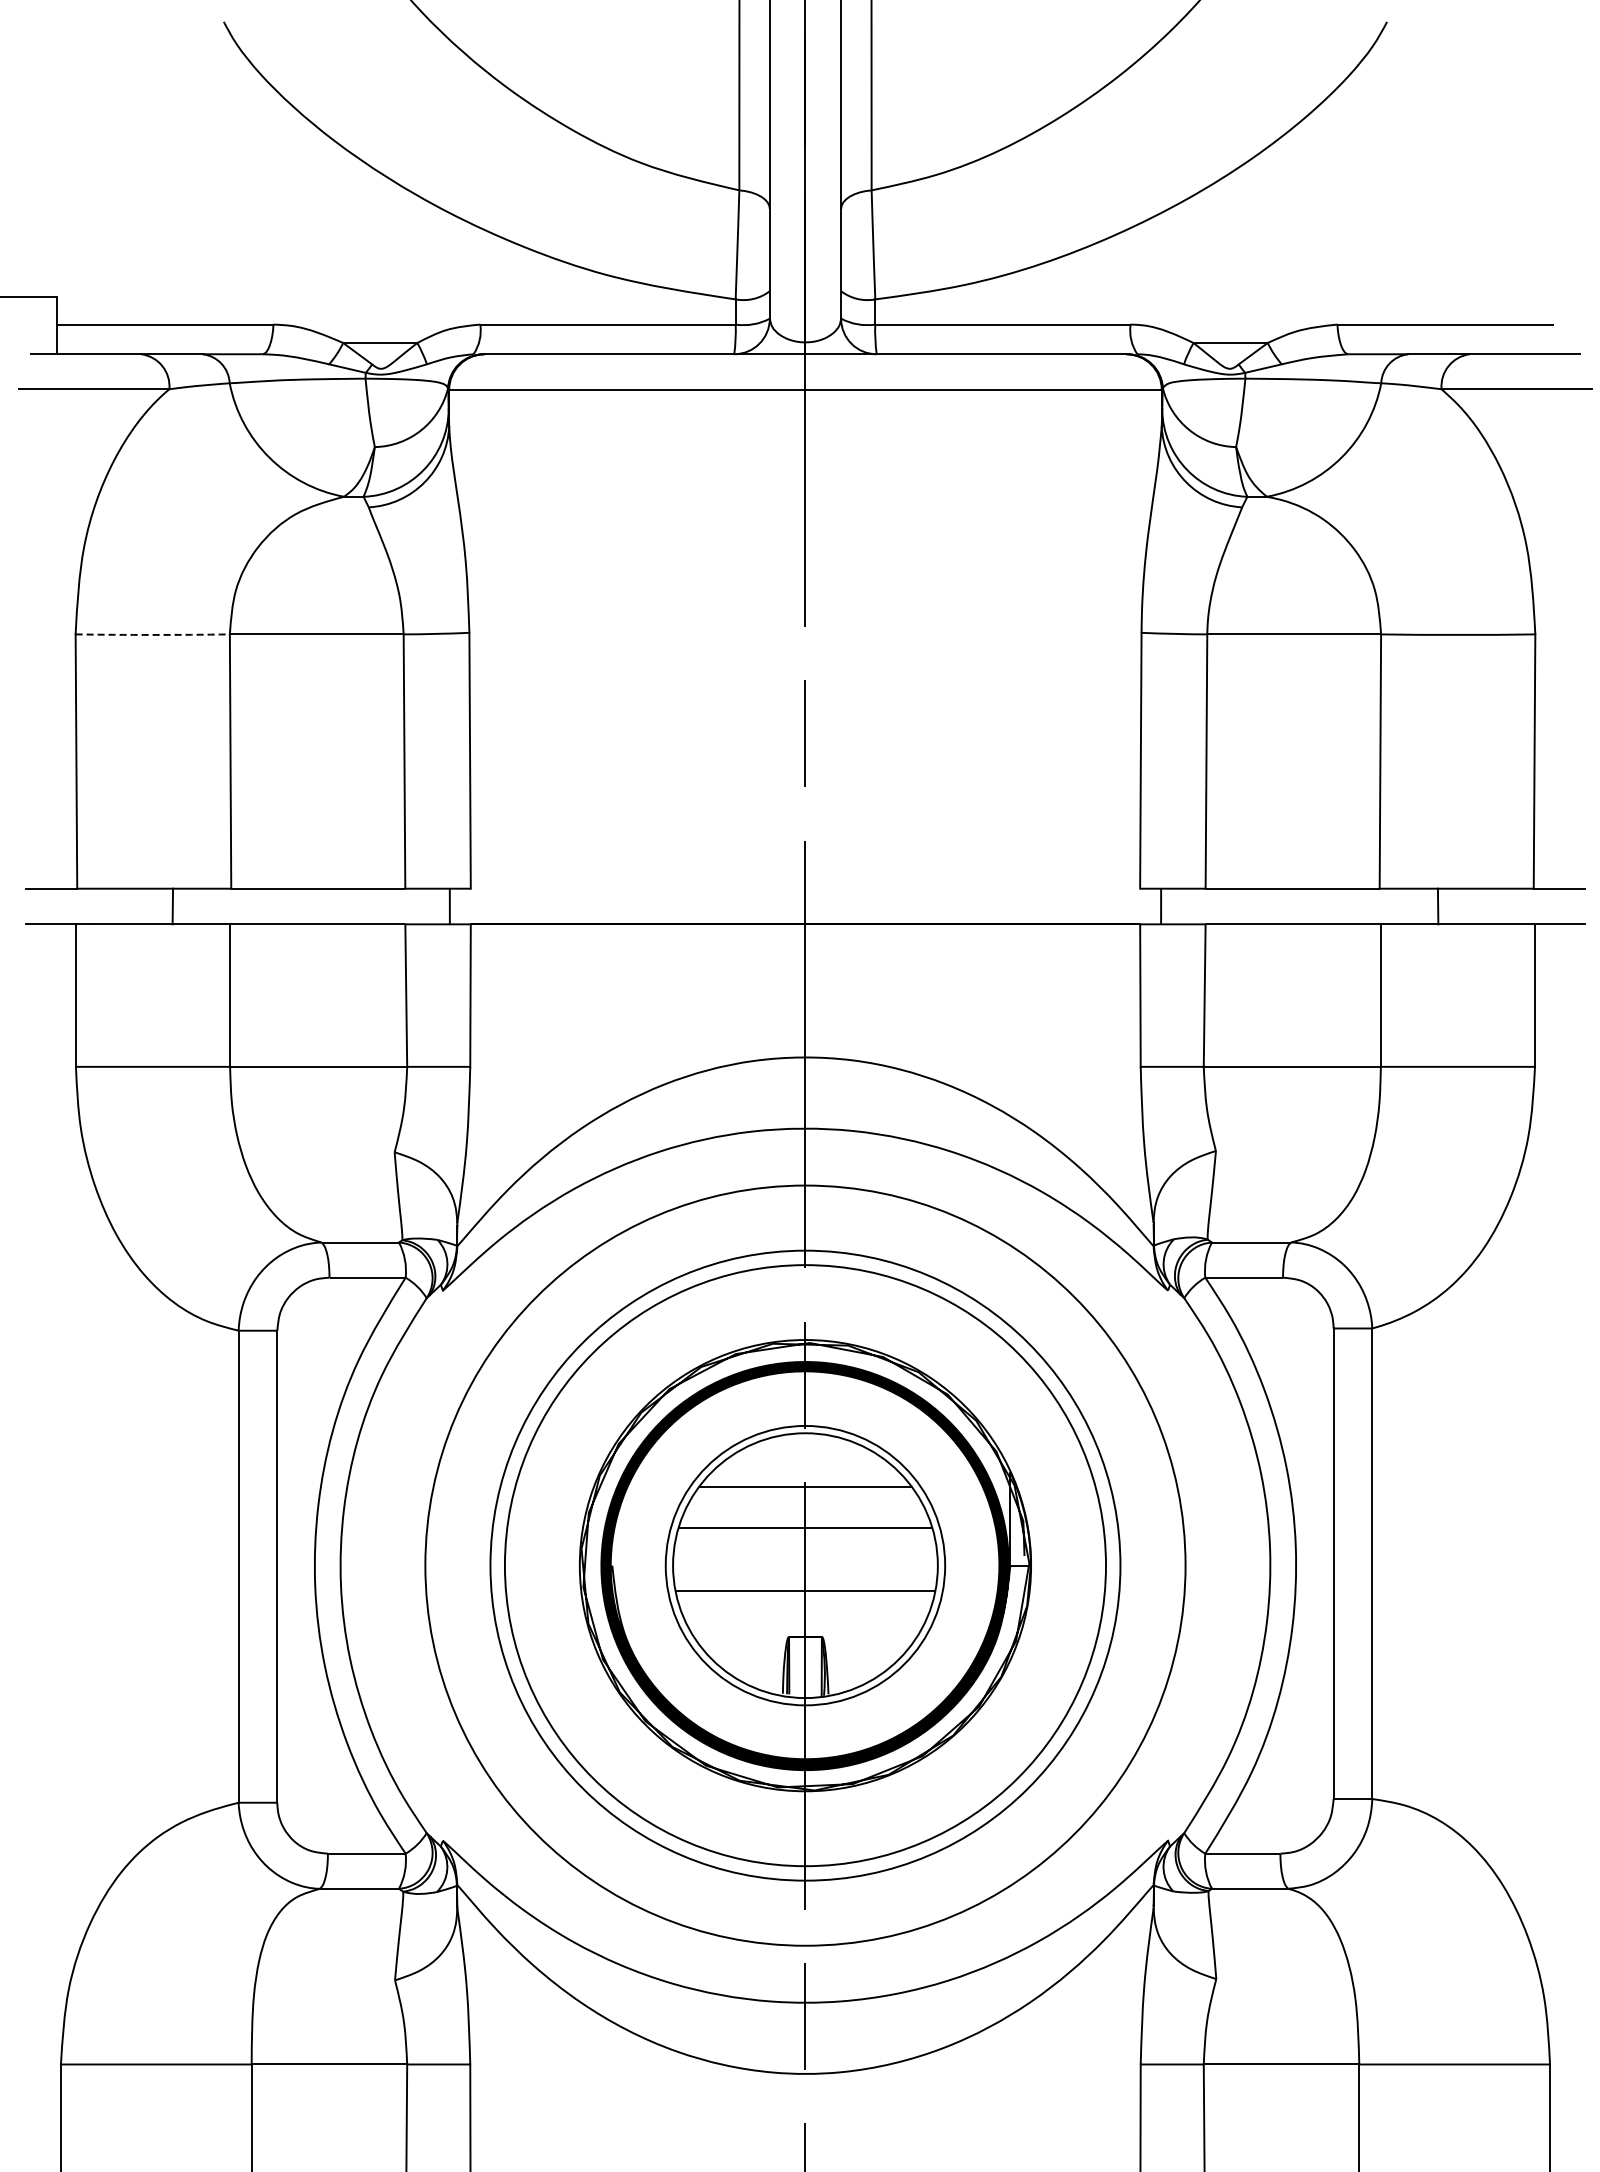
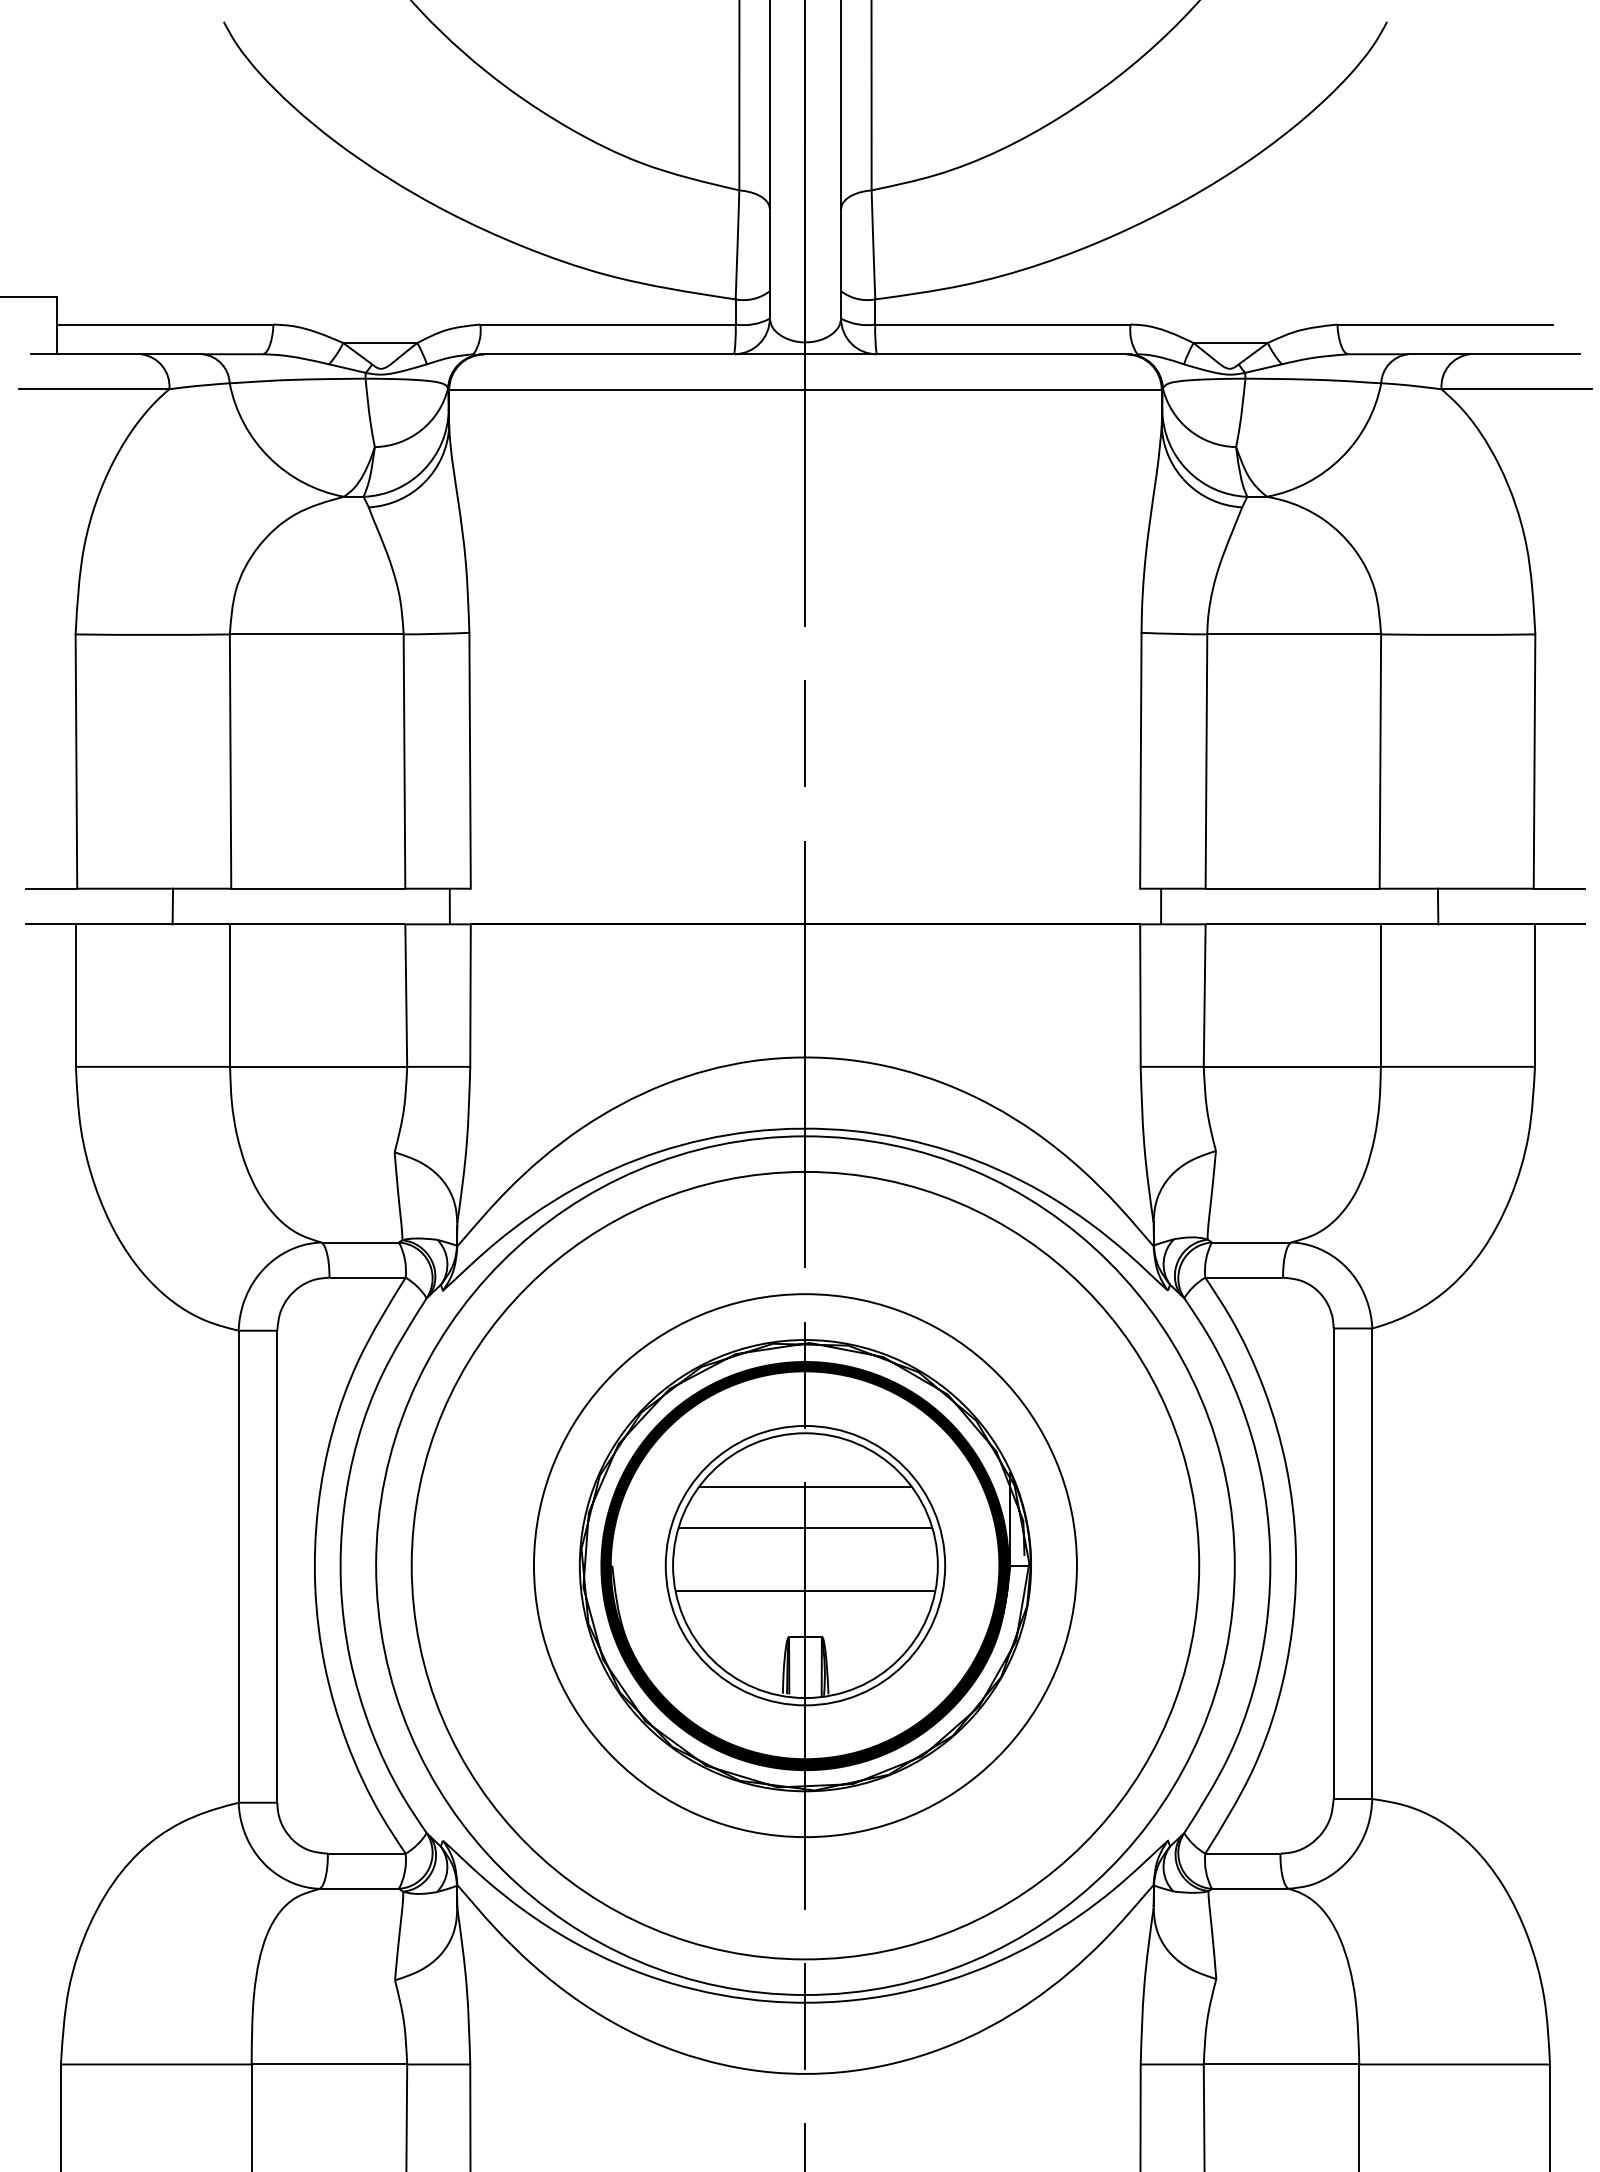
arc at (152, 634): dashed -> solid
circle at (805, 1565) diameter: 601 px -> 859 px
circle at (805, 1565) diameter: 630 px -> 787 px
circle at (805, 1565) diameter: 760 px -> 543 px
